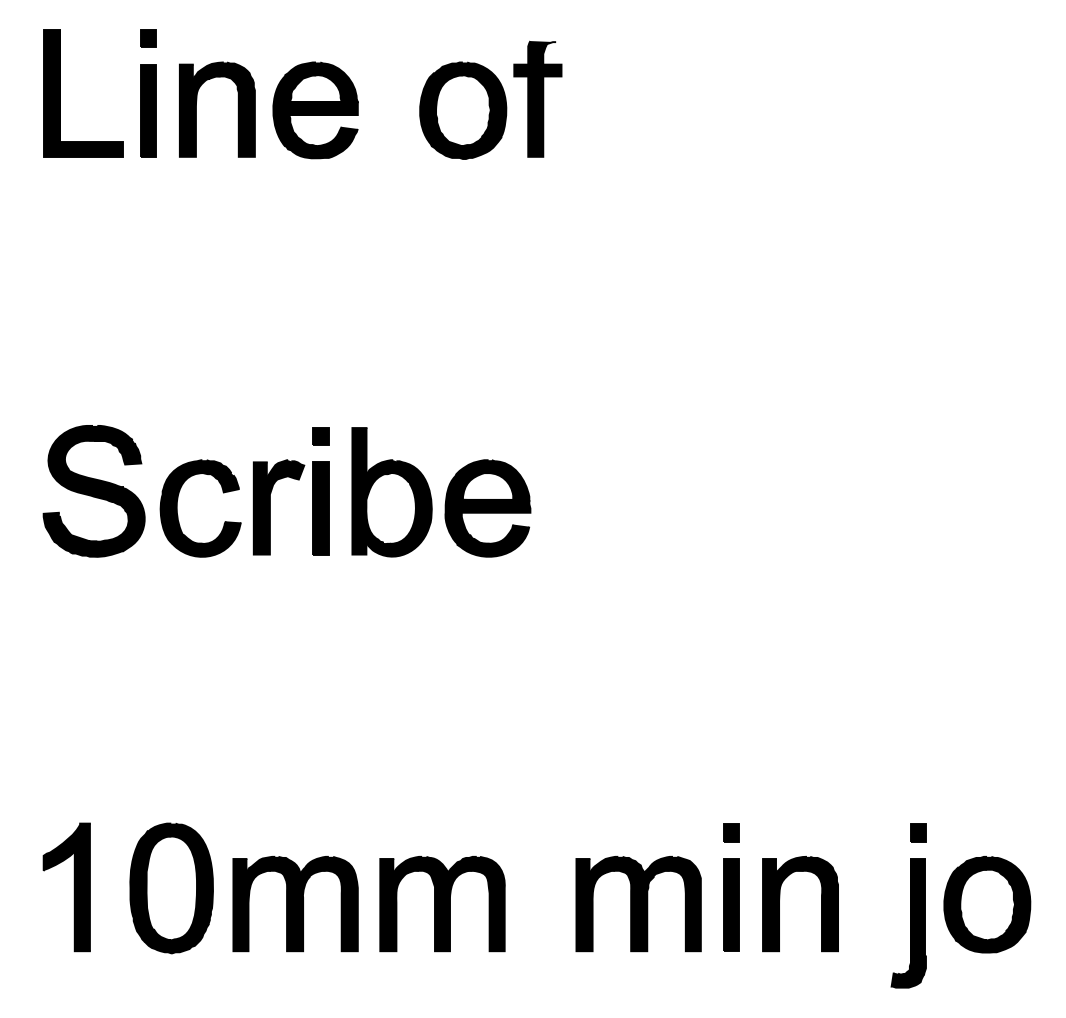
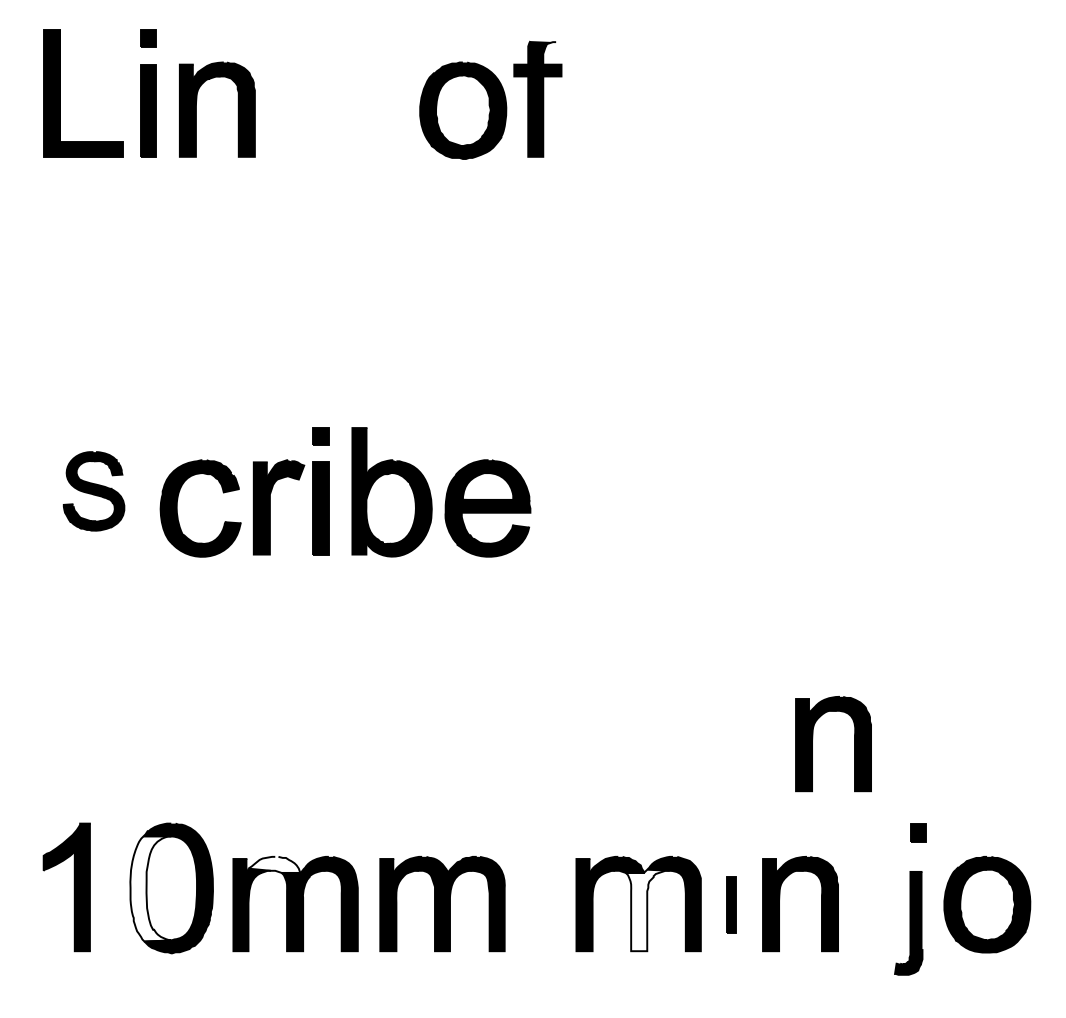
part at (315, 110): present -> none
part at (93, 491) size: 104x133 px -> 64x81 px
part at (813, 738): none -> present
part at (731, 832): present -> none
fill at (274, 864): present -> none
fill at (150, 888): present -> none
part at (731, 904) size: 17x94 px -> 11x58 px
fill at (647, 910): present -> none
part at (908, 923) size: 37x131 px -> 30x105 px
